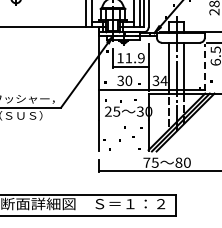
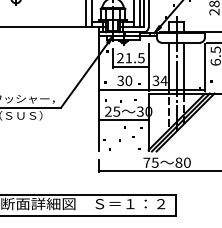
text at (130, 58): 11.9 -> 21.5
line at (204, 67): dashed -> solid
line at (123, 120): none -> present
